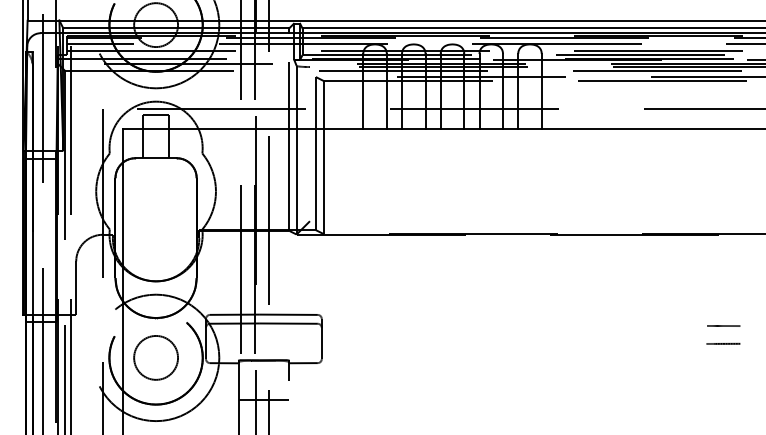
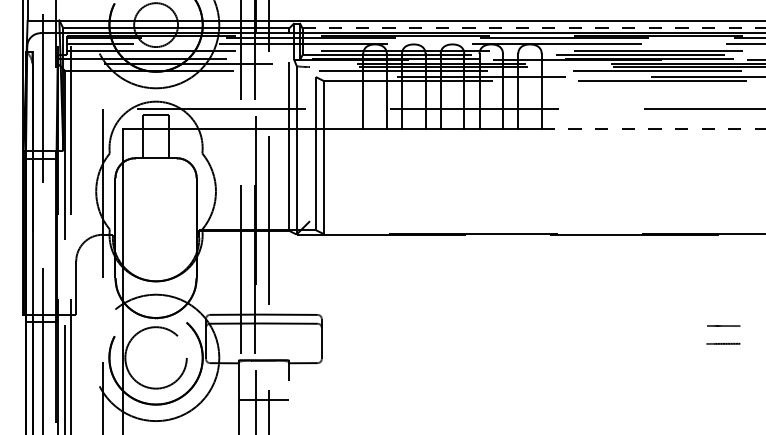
line at (534, 28): solid -> dashed
line at (653, 128): solid -> dashed
circle at (156, 357) diameter: 44 px -> 61 px
